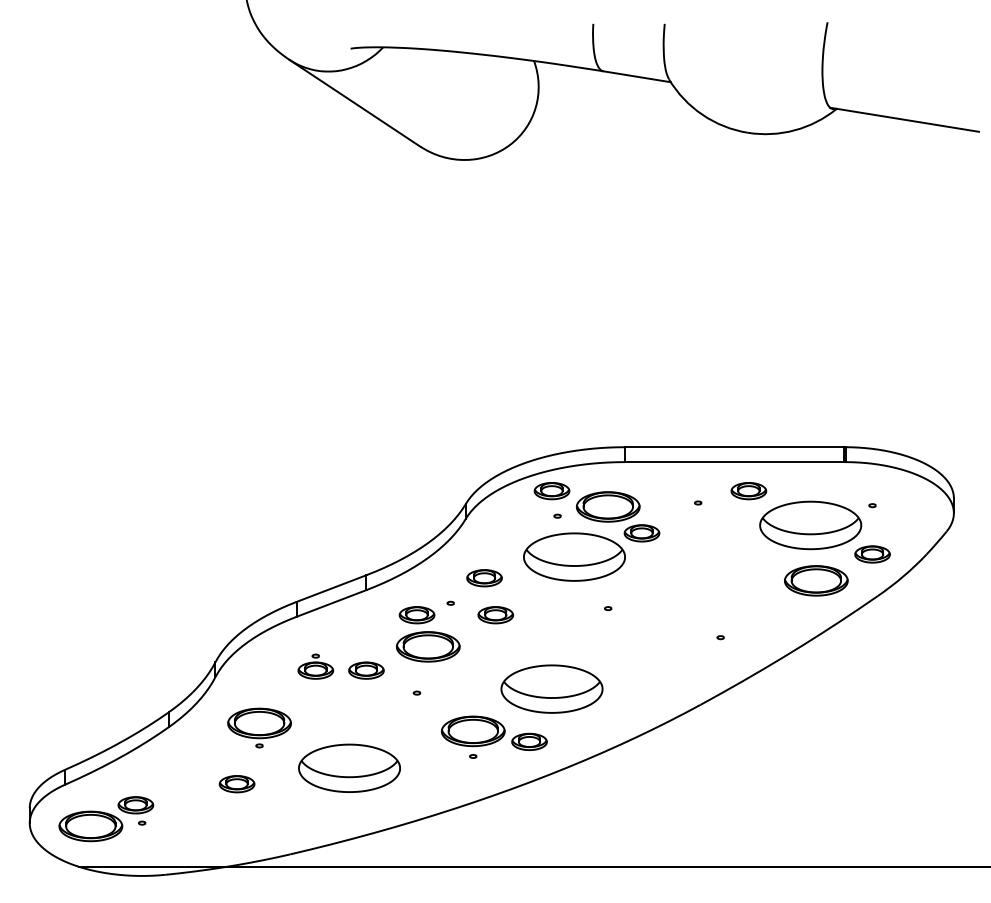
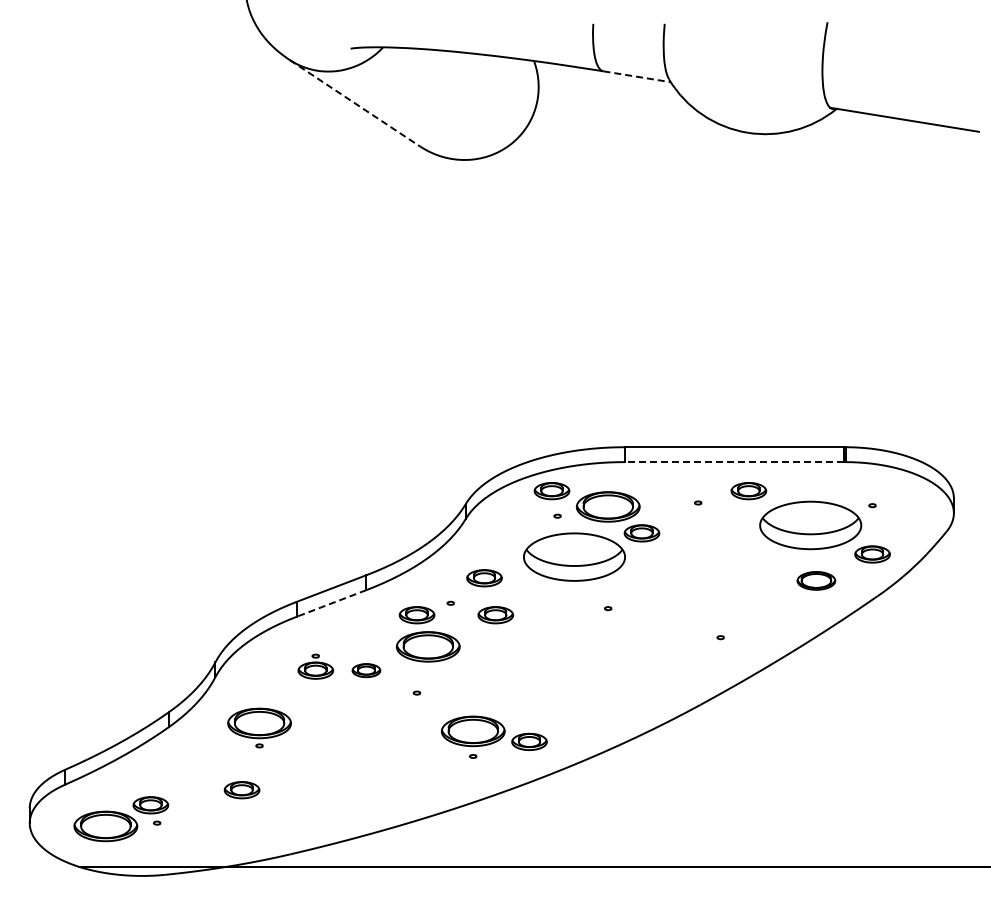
line at (637, 76): solid -> dashed
line at (355, 103): solid -> dashed
line at (734, 462): solid -> dashed
part at (816, 580) size: 65x32 px -> 41x20 px
line at (331, 603): solid -> dashed
part at (366, 670) size: 37x19 px -> 31x16 px
part at (551, 688): present -> none
part at (349, 767): present -> none
part at (236, 784) position: (236, 784) -> (241, 790)
part at (106, 819) position: (106, 819) -> (121, 819)
